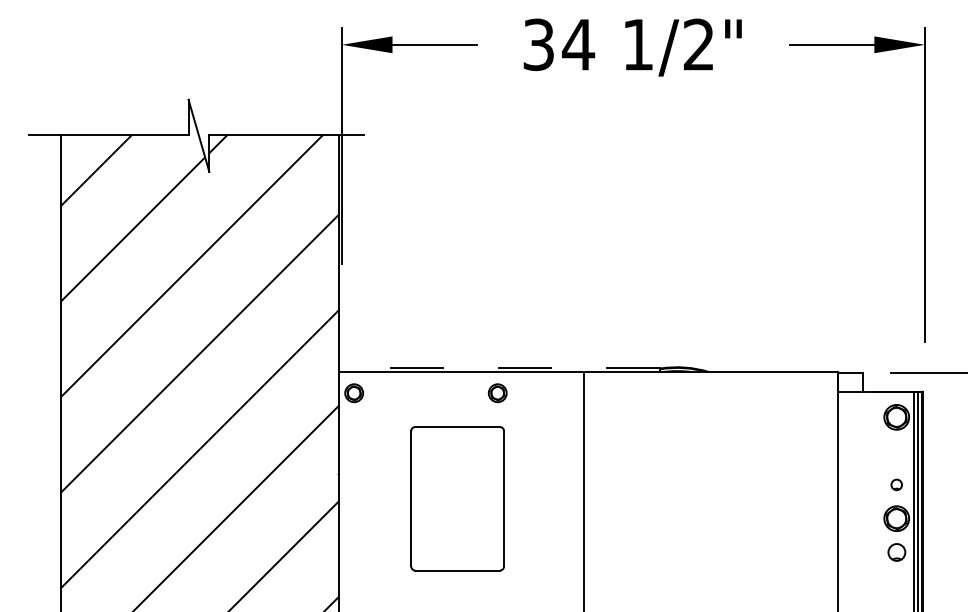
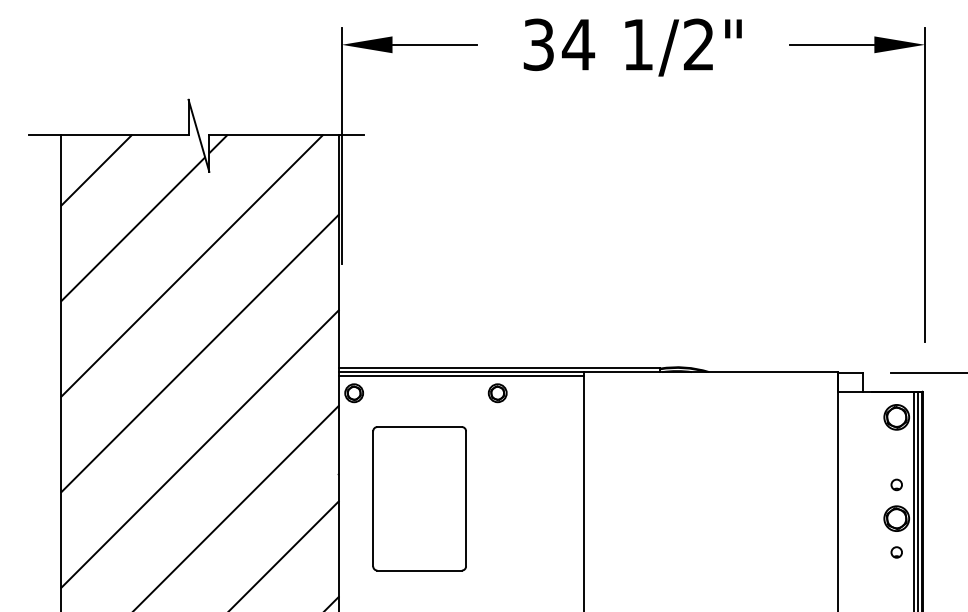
line at (499, 367): dashed -> solid
line at (461, 376): none -> present
part at (457, 498) position: (457, 498) -> (419, 498)
circle at (896, 552) size: 20x19 px -> 13x13 px
